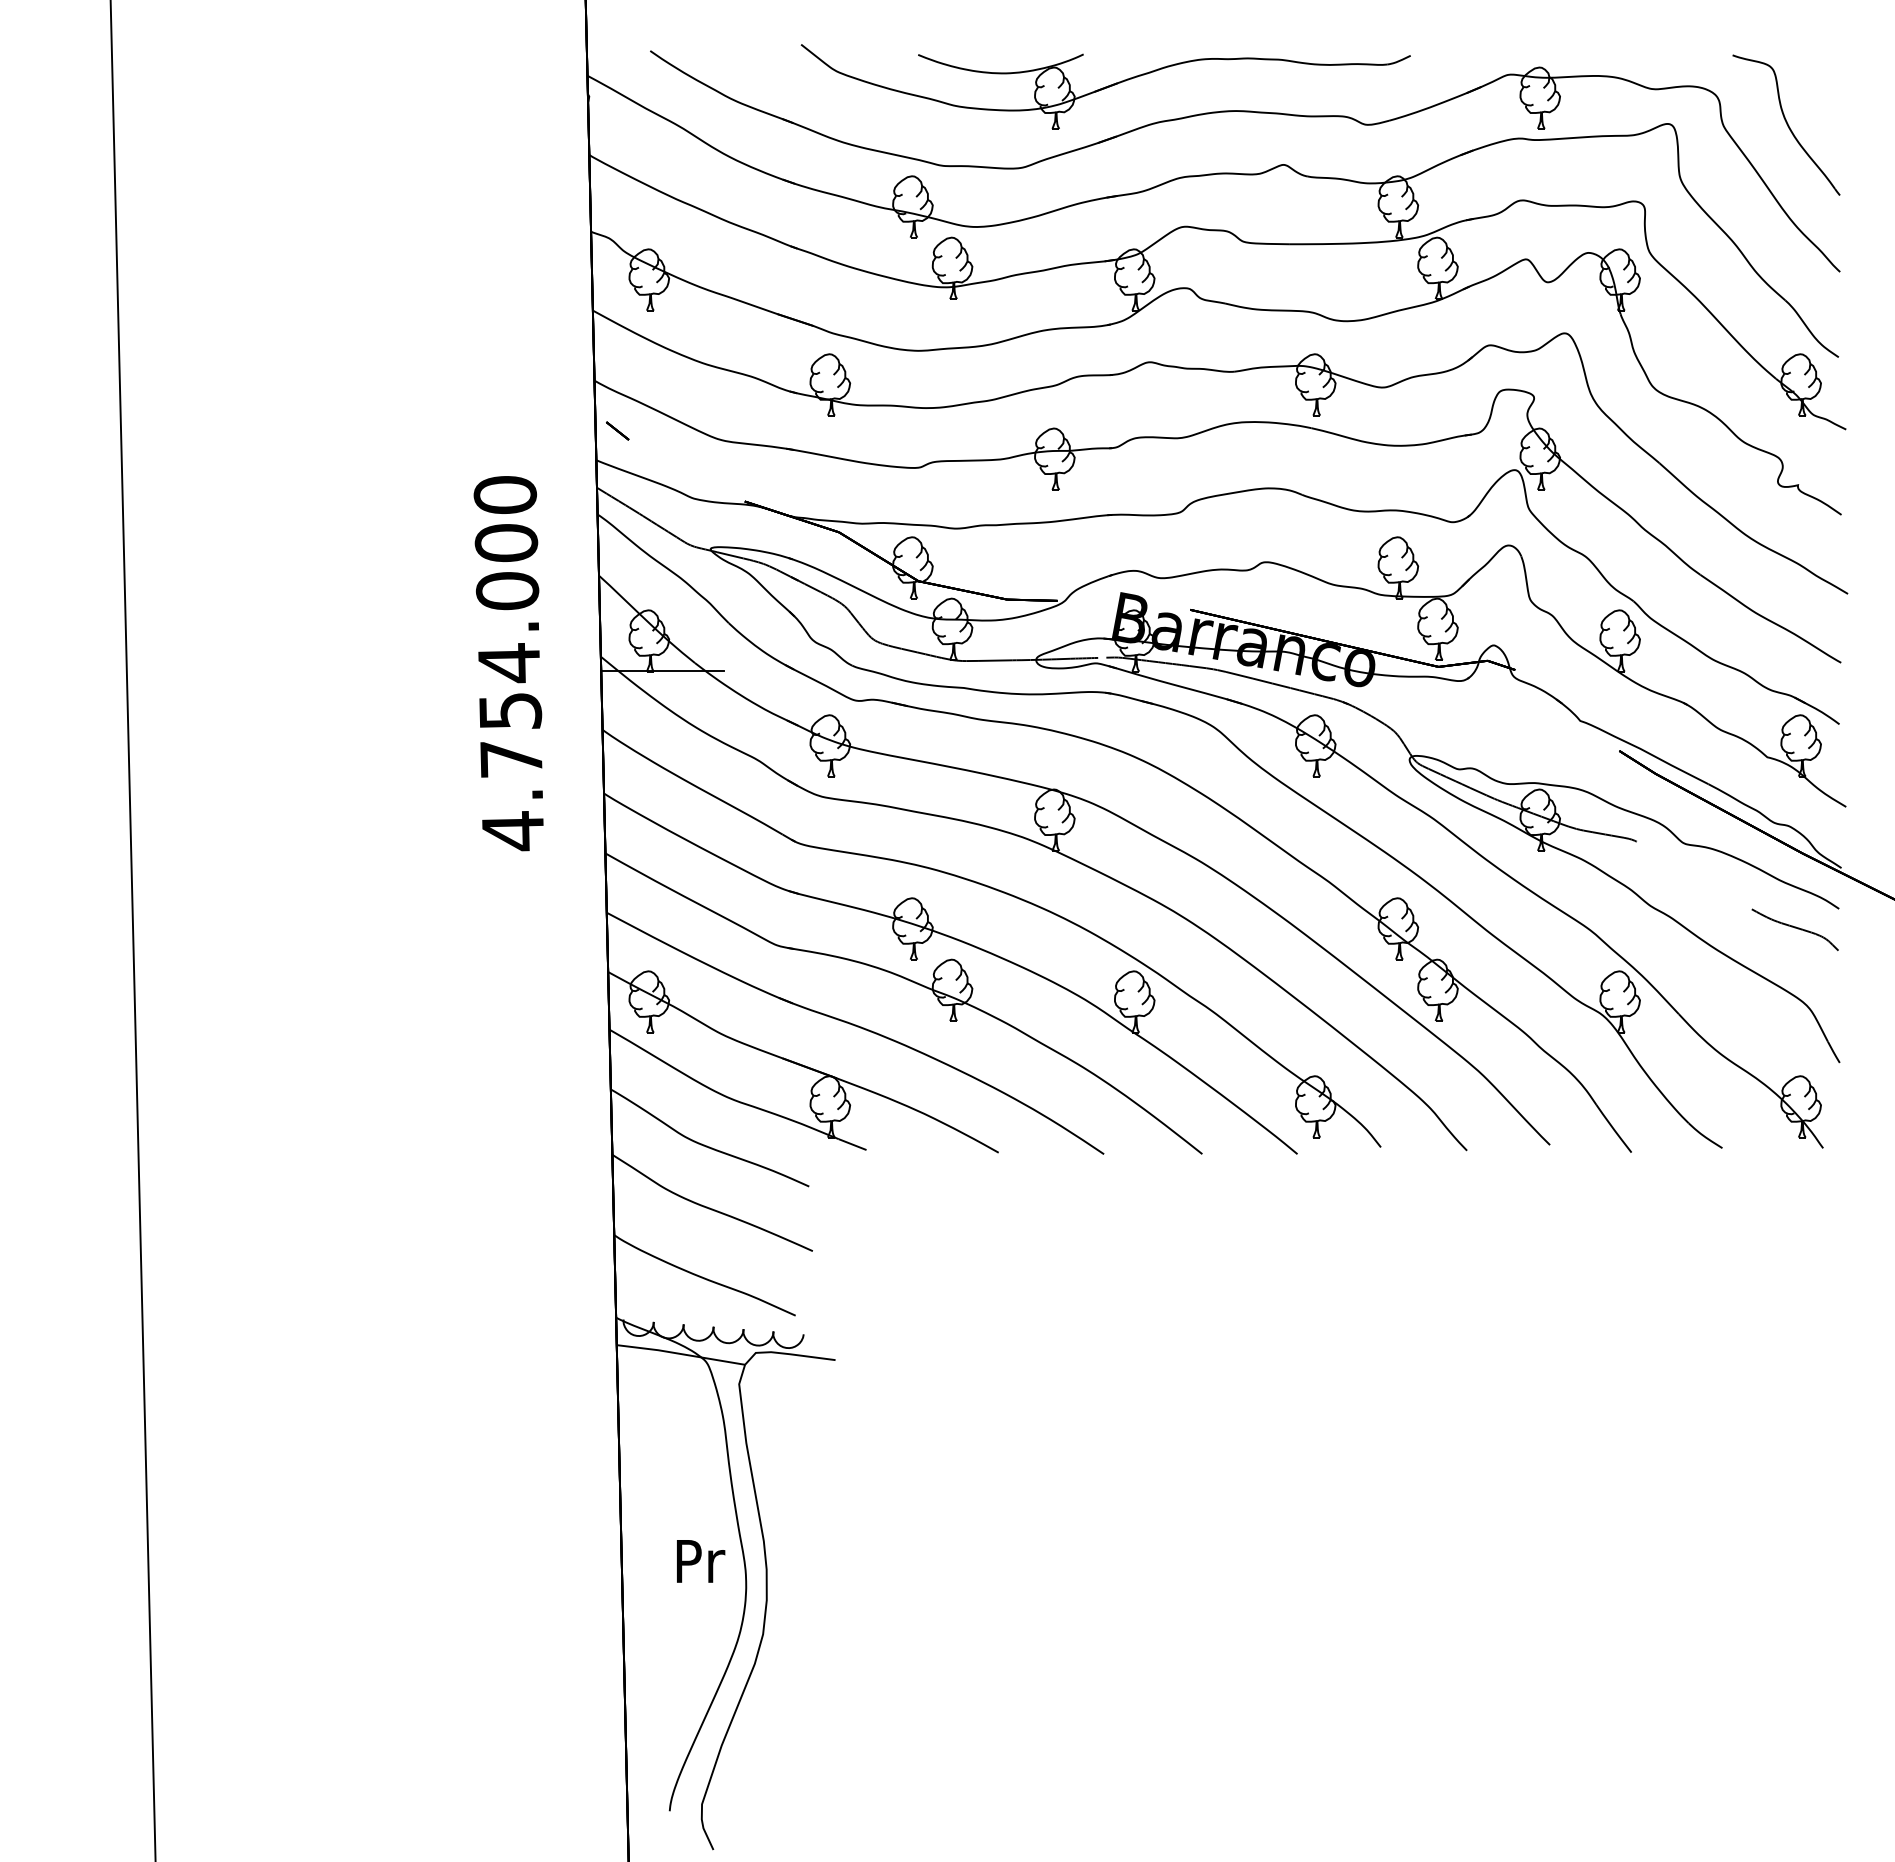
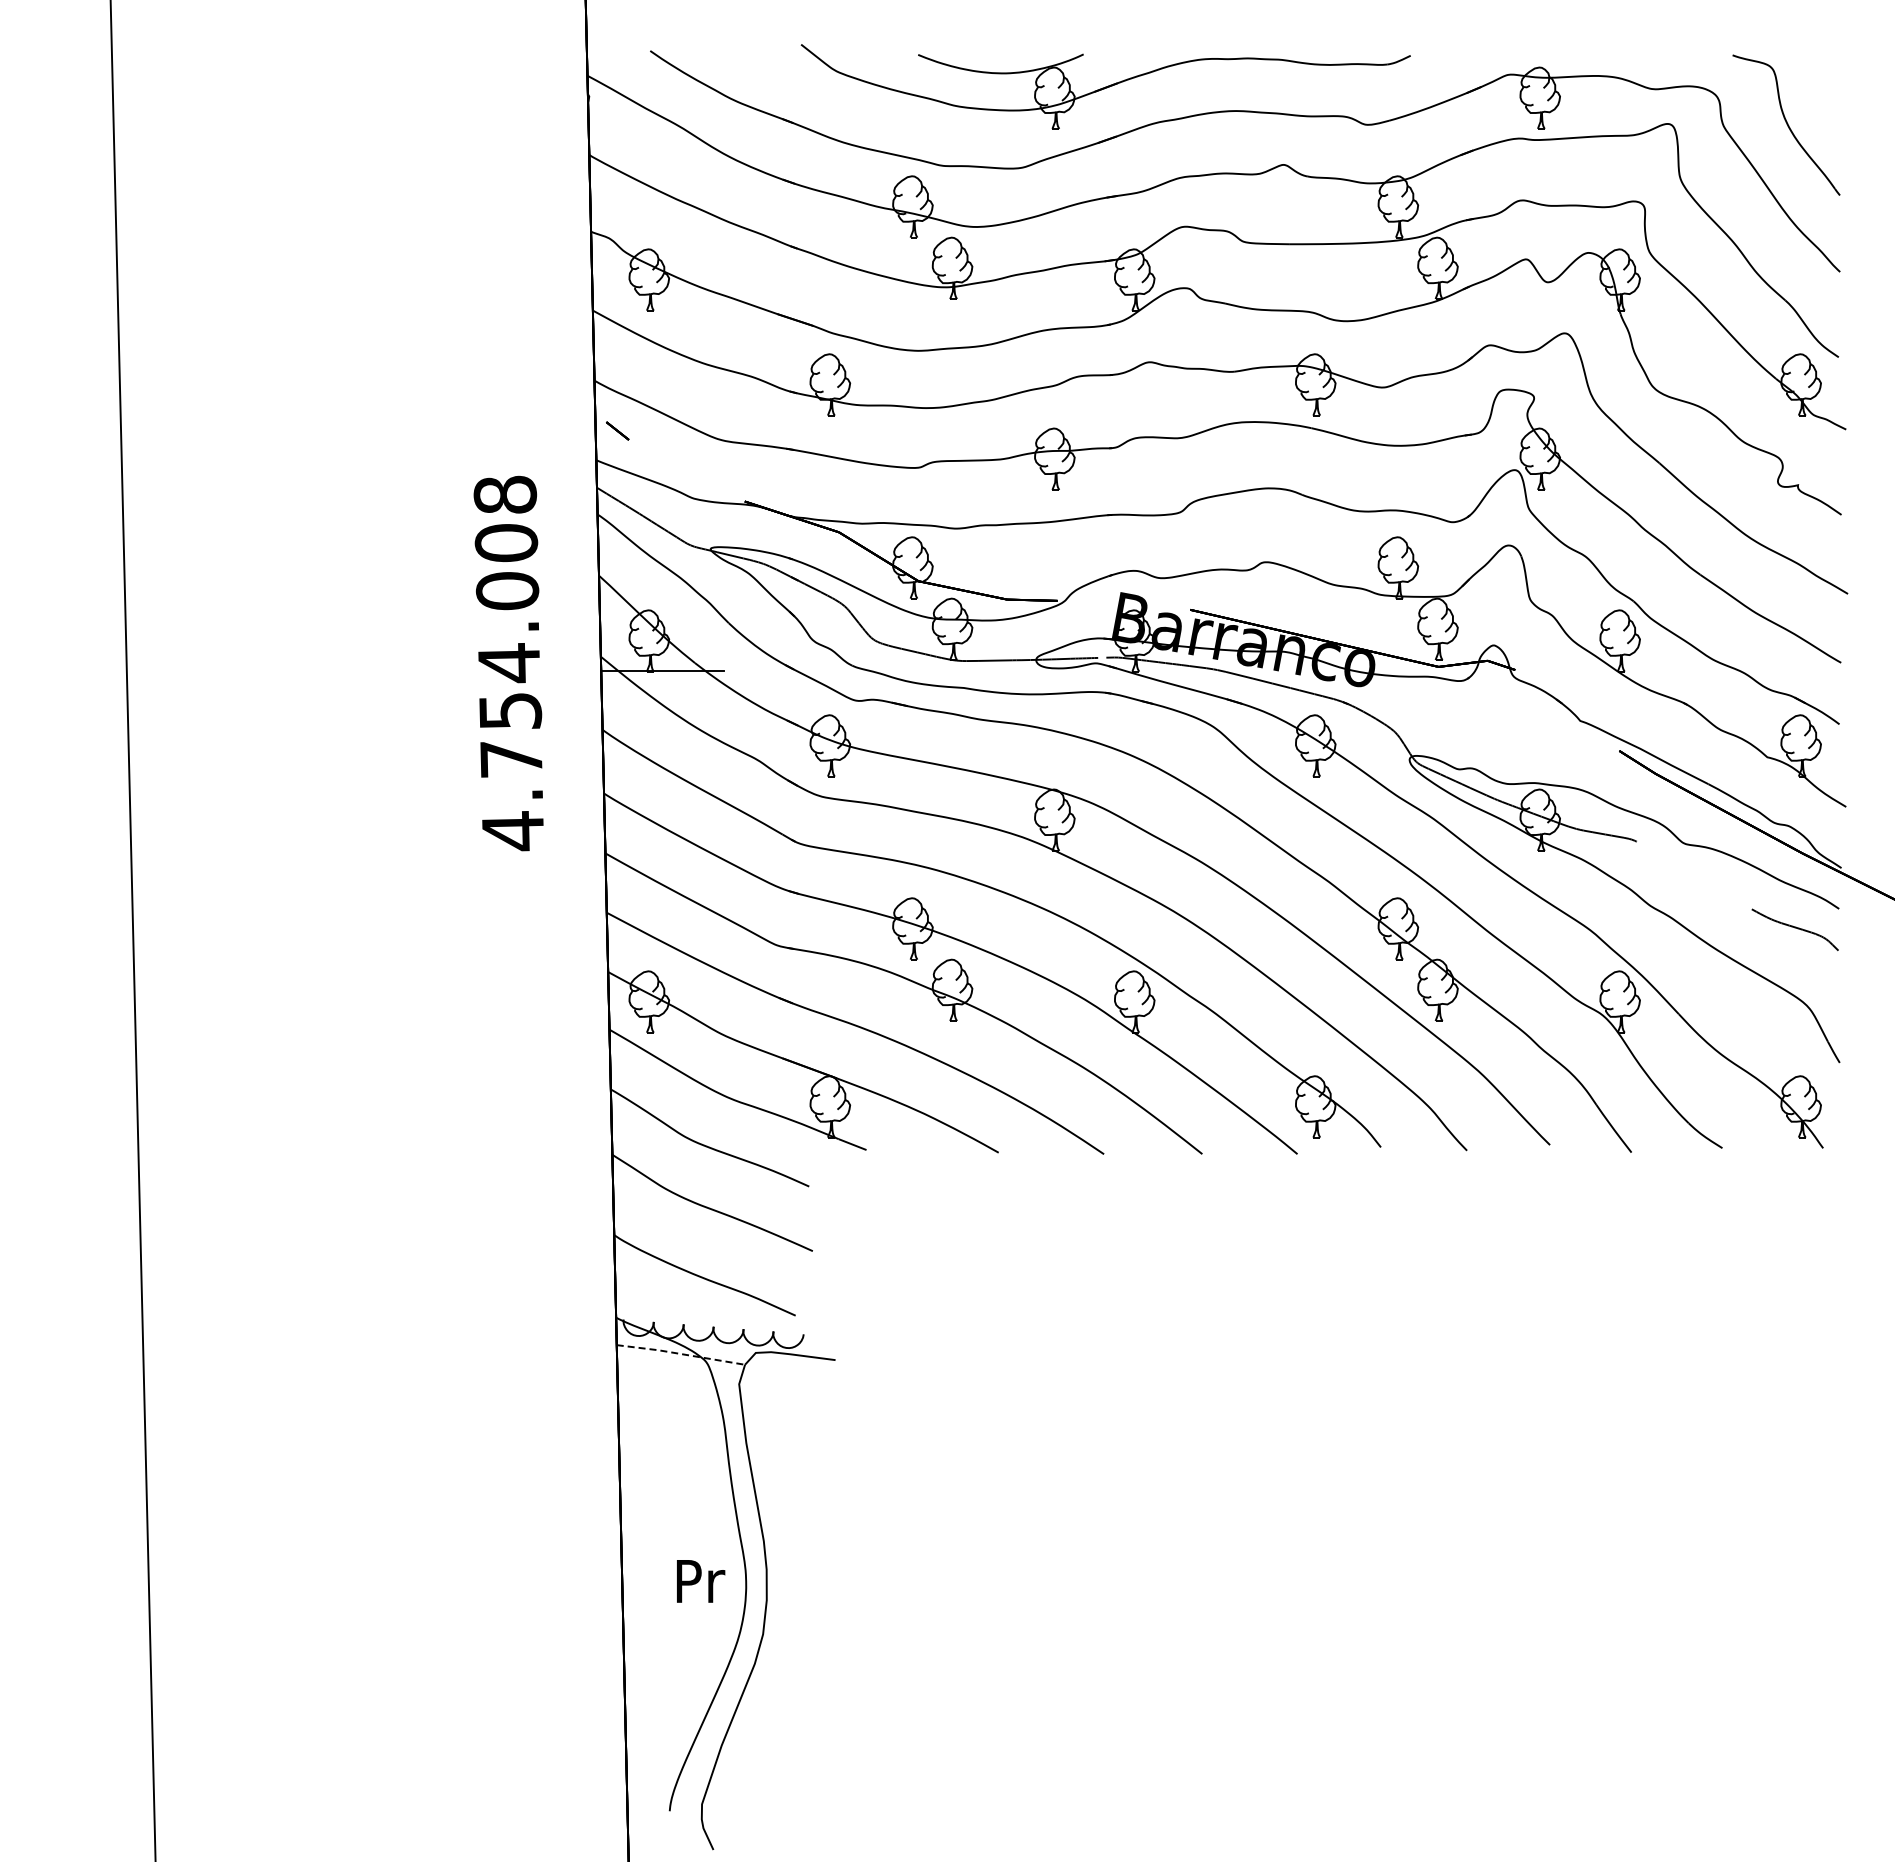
text at (504, 494): 4.754.000 -> 4.754.008
line at (680, 1354): solid -> dashed
text at (701, 1561) position: (701, 1561) -> (701, 1581)
